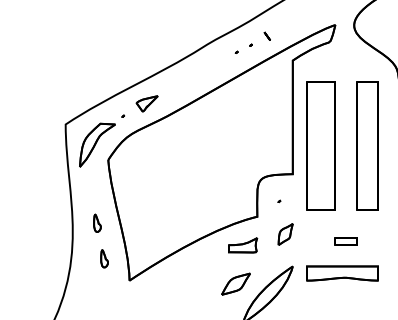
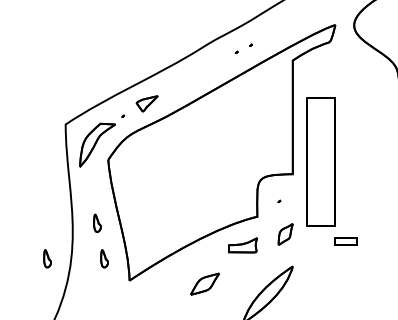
part at (266, 35): present -> none
part at (320, 145) position: (320, 145) -> (320, 161)
part at (367, 145): present -> none
part at (47, 258): none -> present
part at (342, 273): present -> none
part at (235, 283) position: (235, 283) -> (204, 283)
